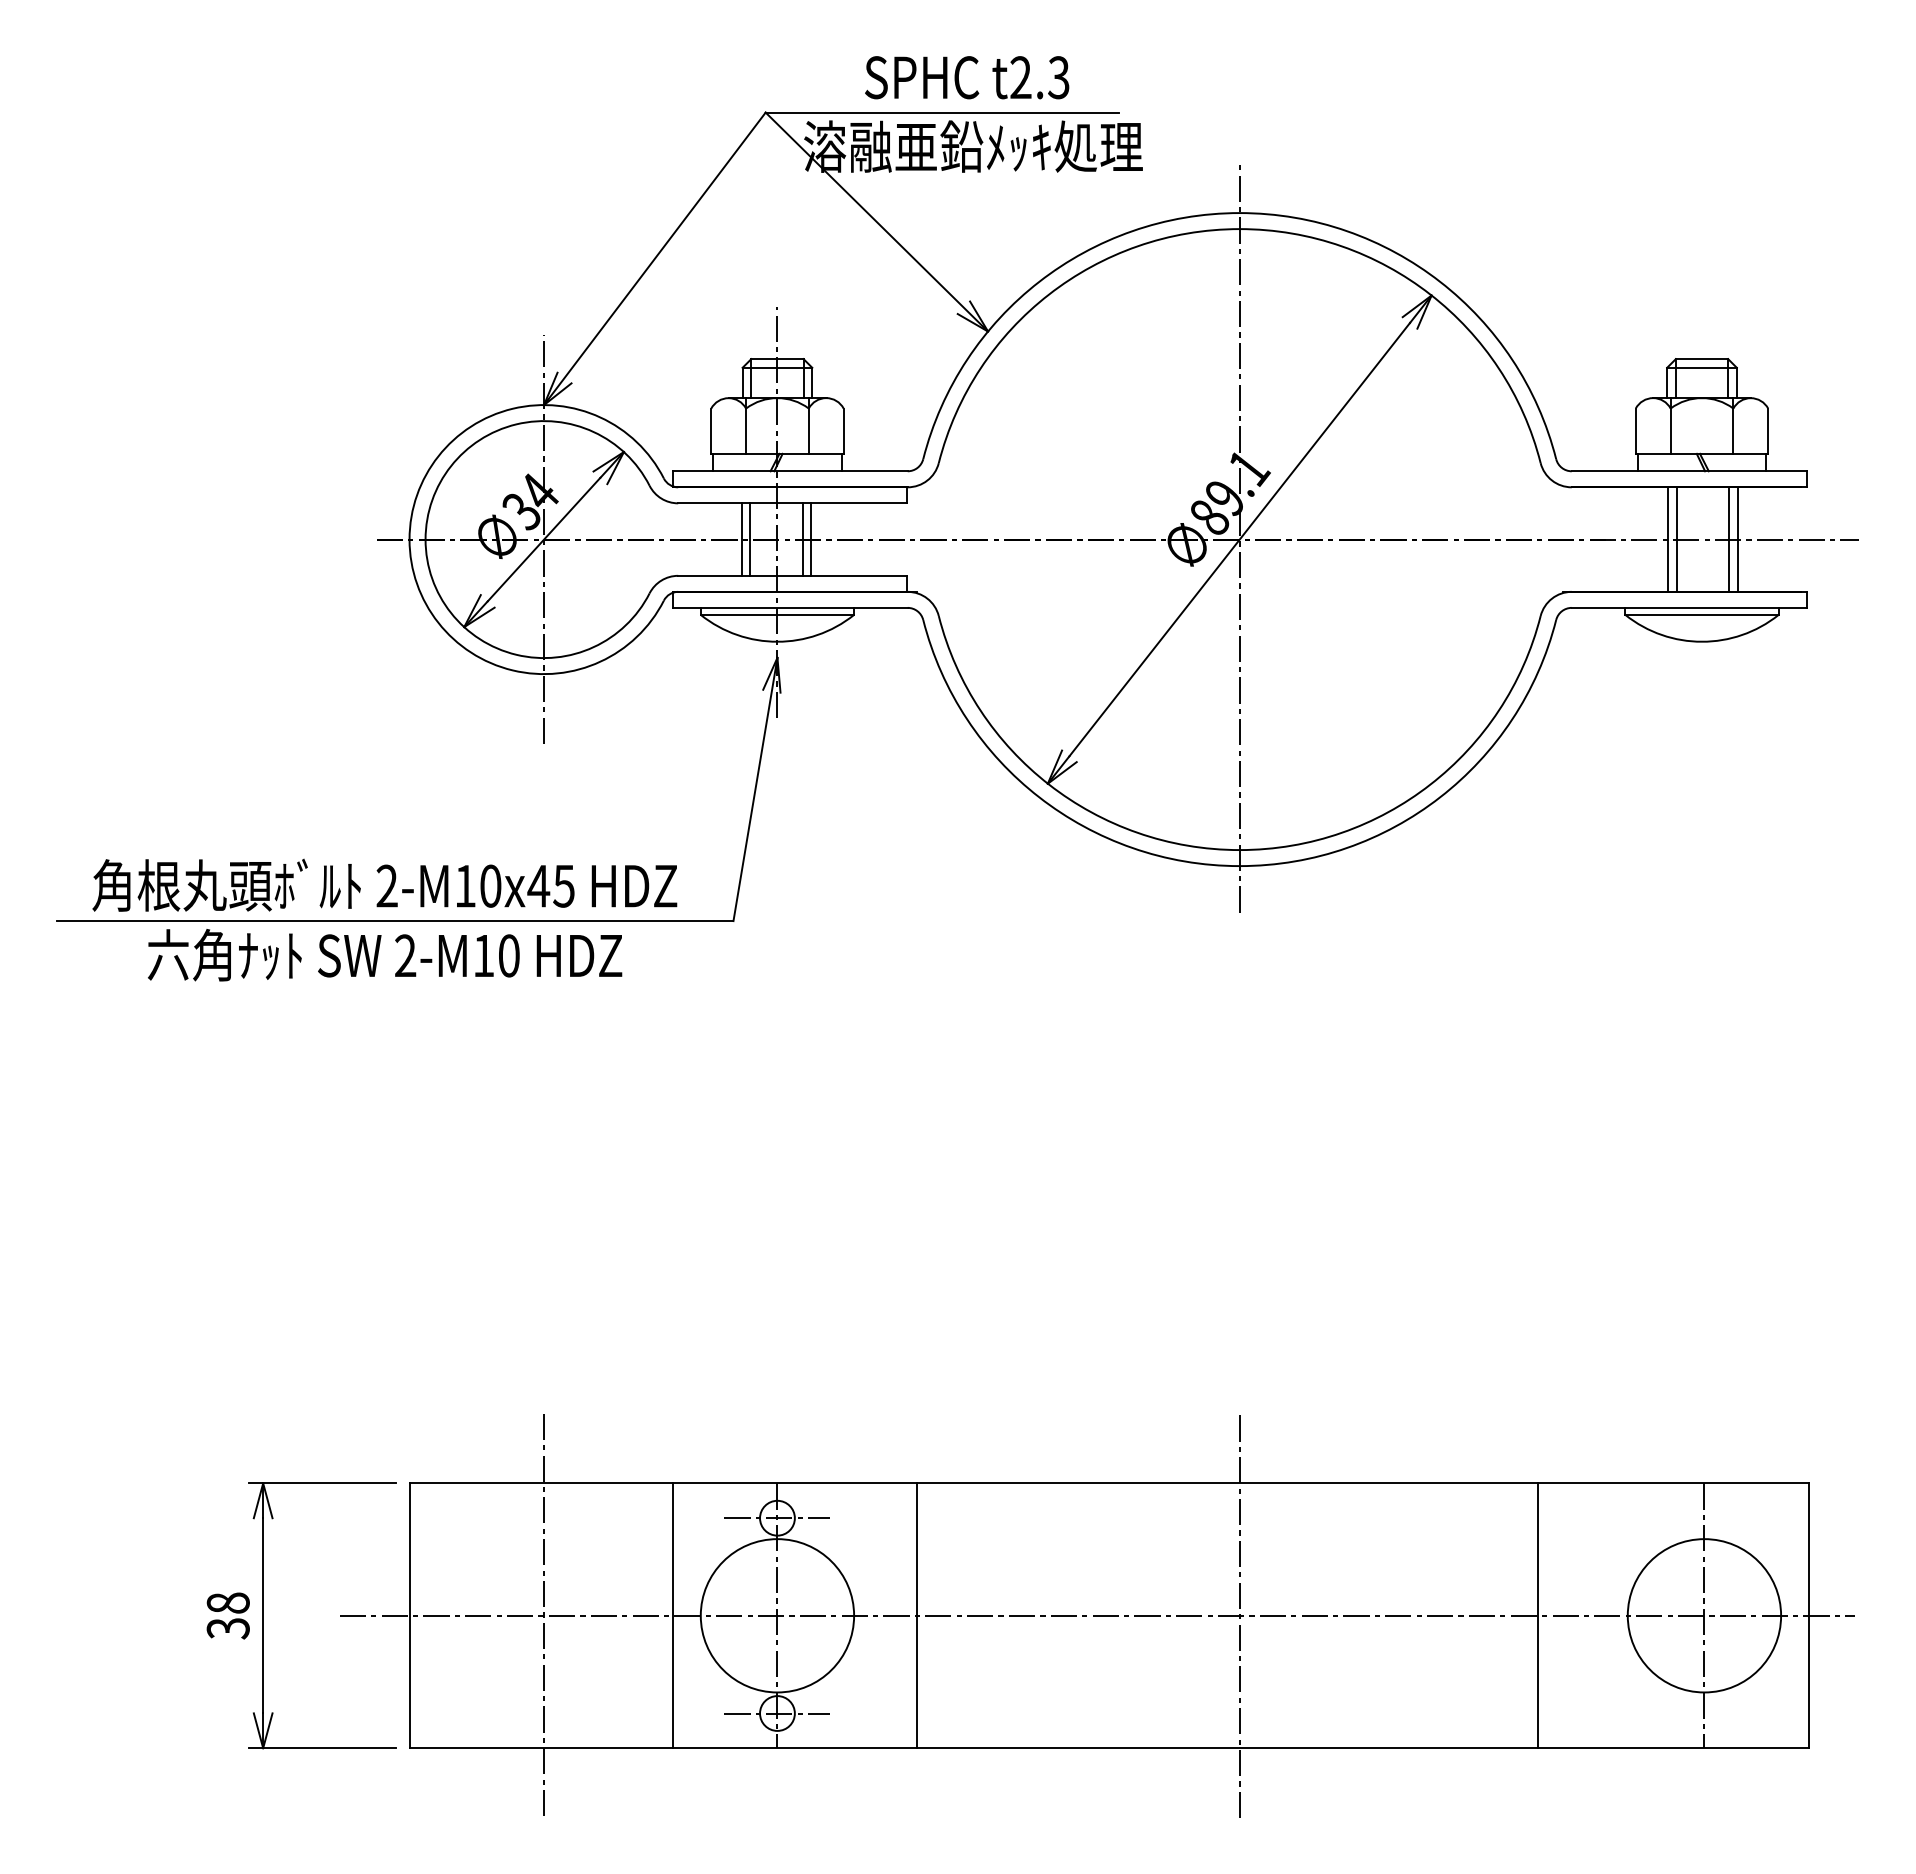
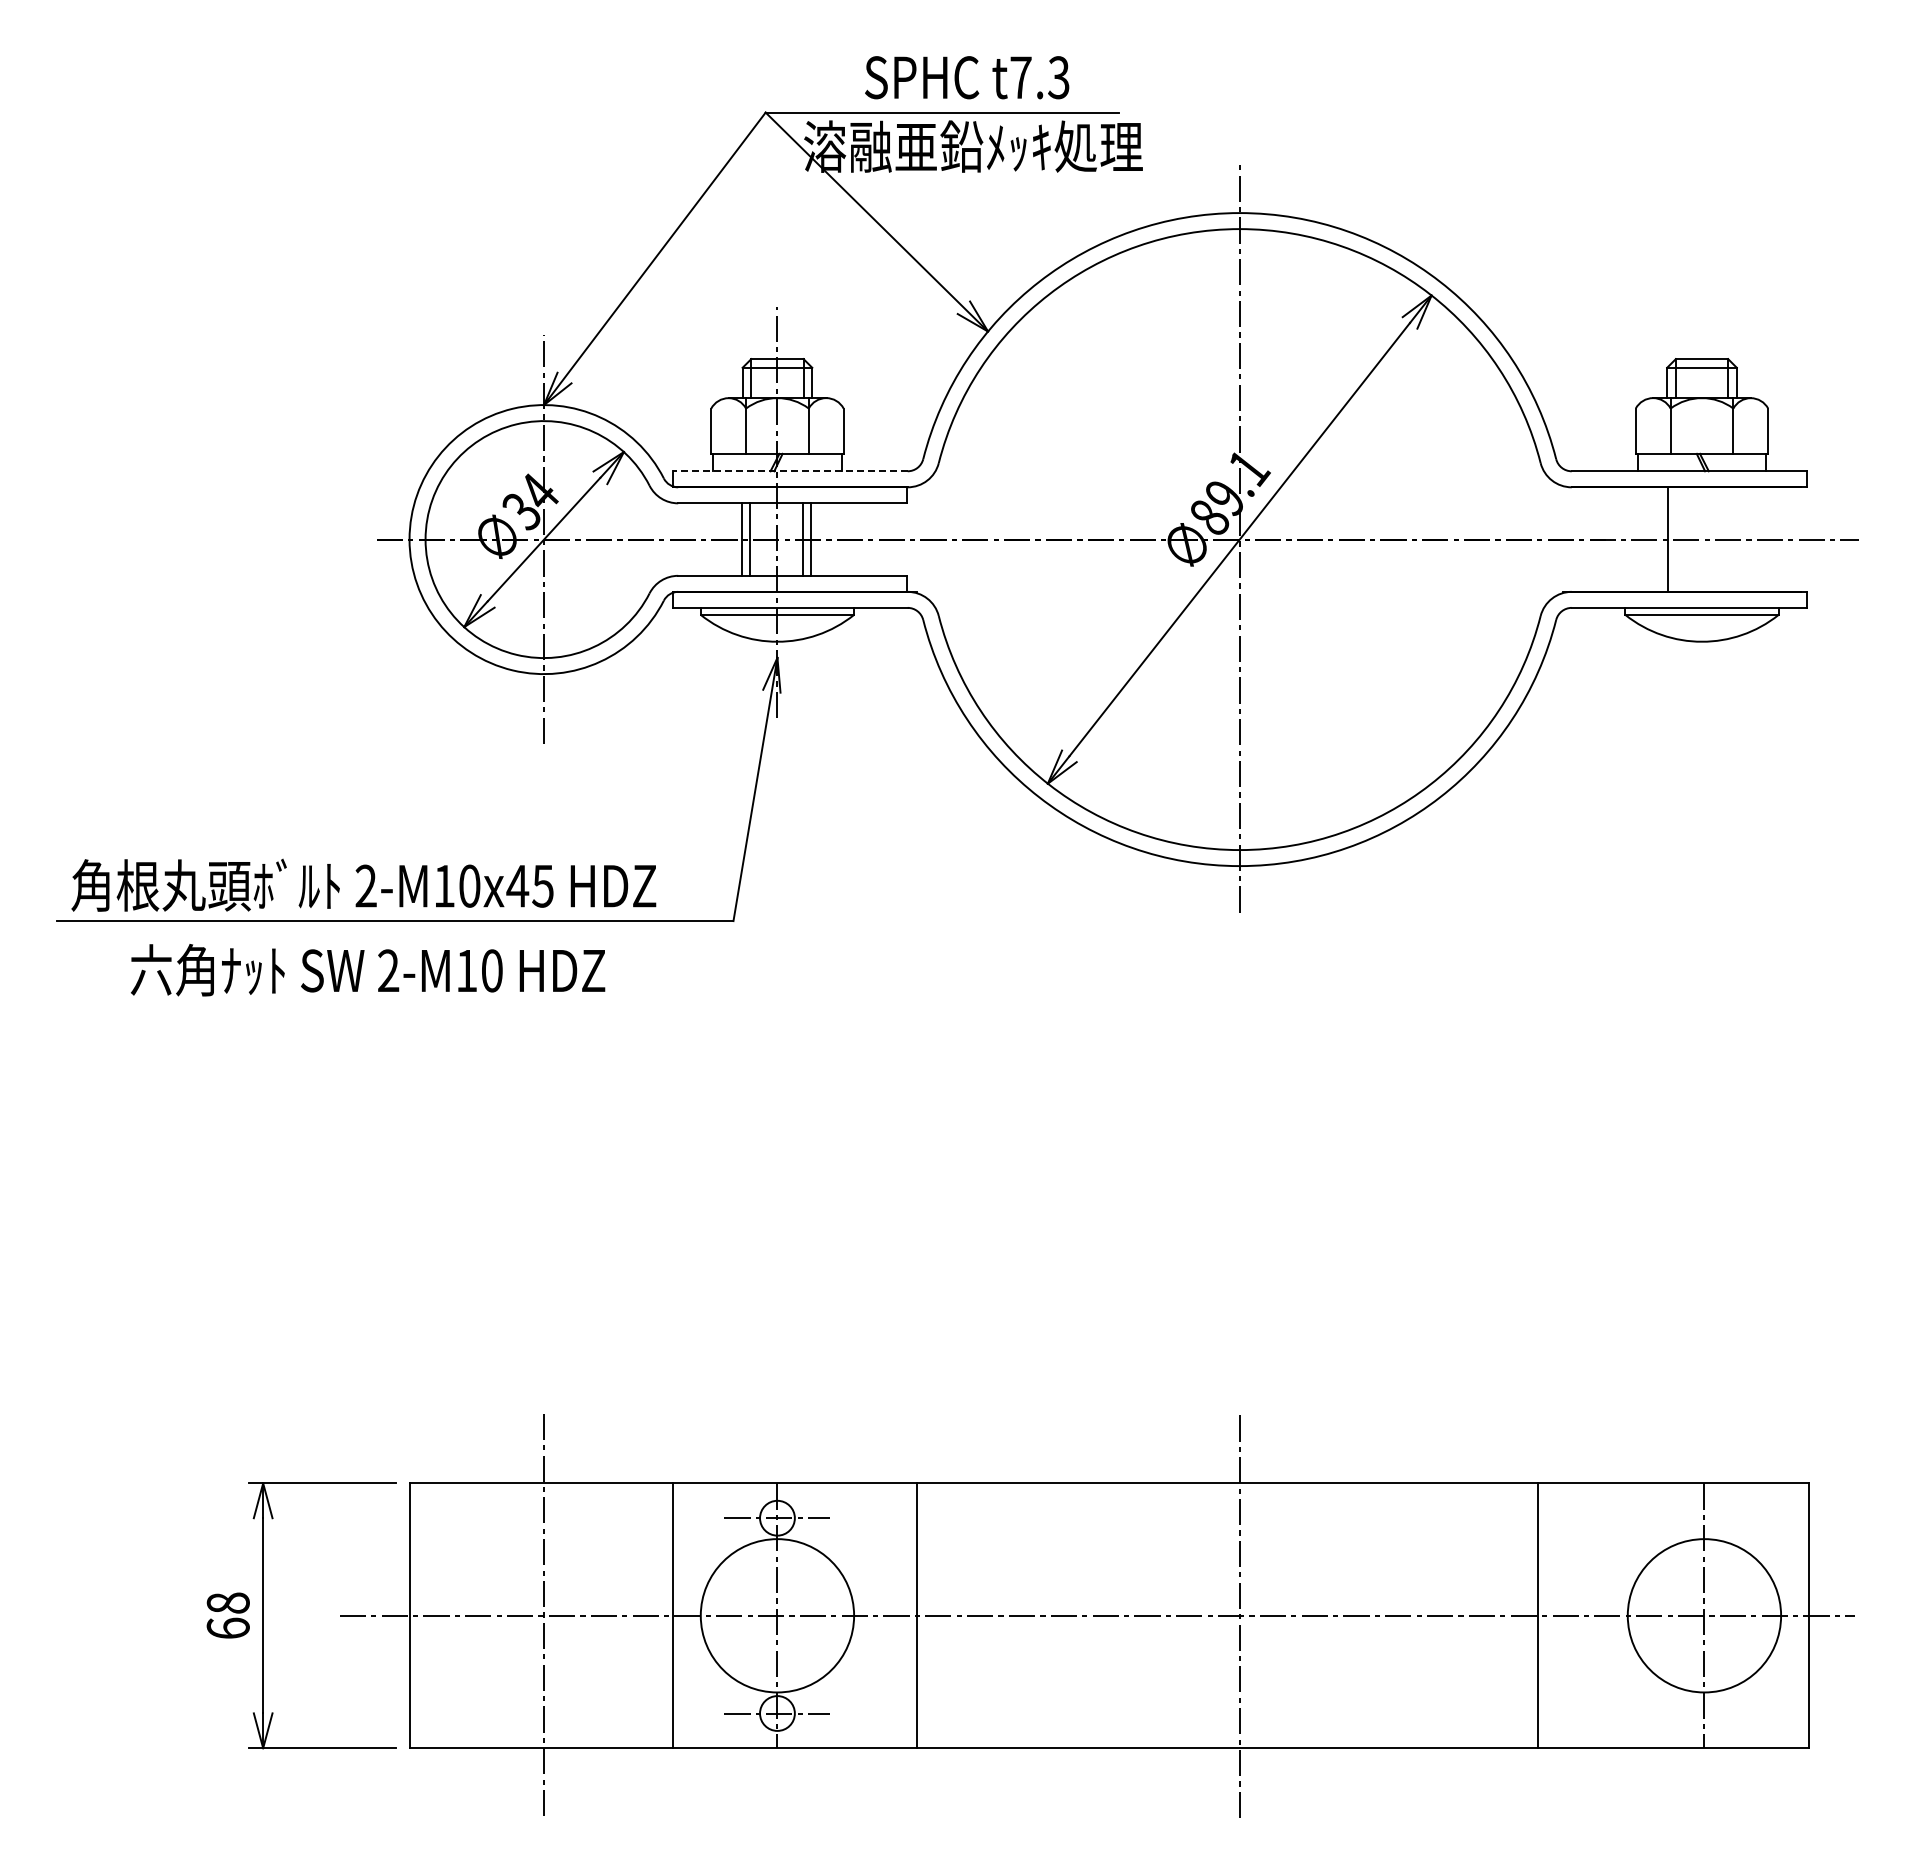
text at (1020, 77): t2.3 -> t7.3
line at (789, 471): solid -> dashed
line at (1676, 539): present -> none
line at (1729, 539): present -> none
line at (1737, 539): present -> none
text at (384, 884) position: (384, 884) -> (363, 884)
text at (385, 955) position: (385, 955) -> (368, 970)
text at (227, 1628): 38 -> 68
